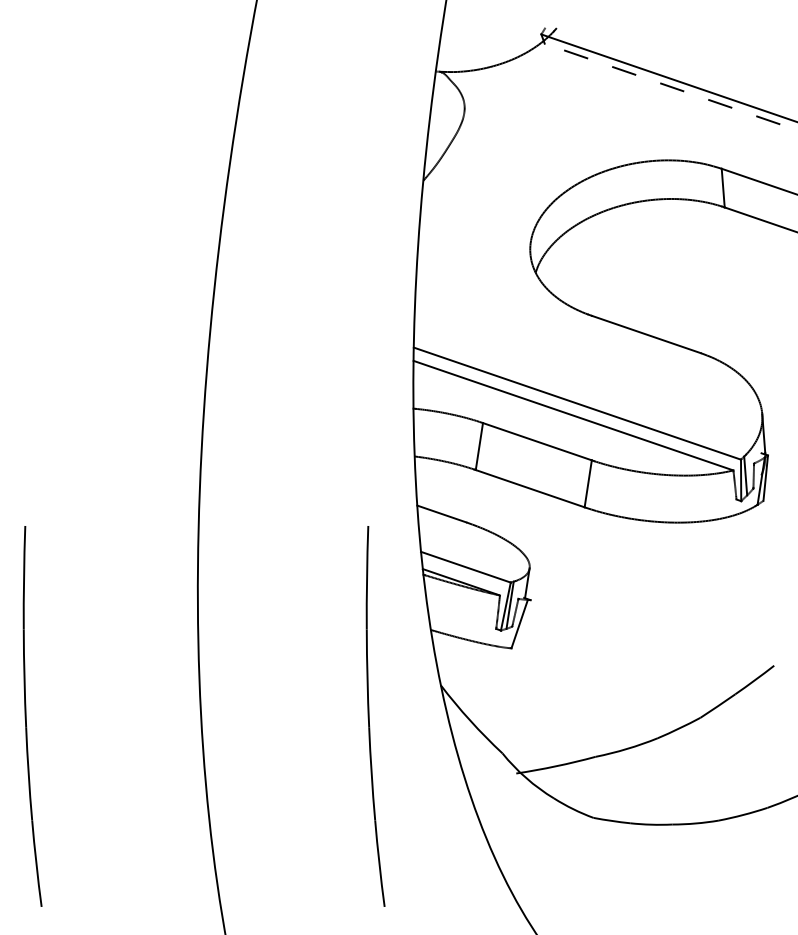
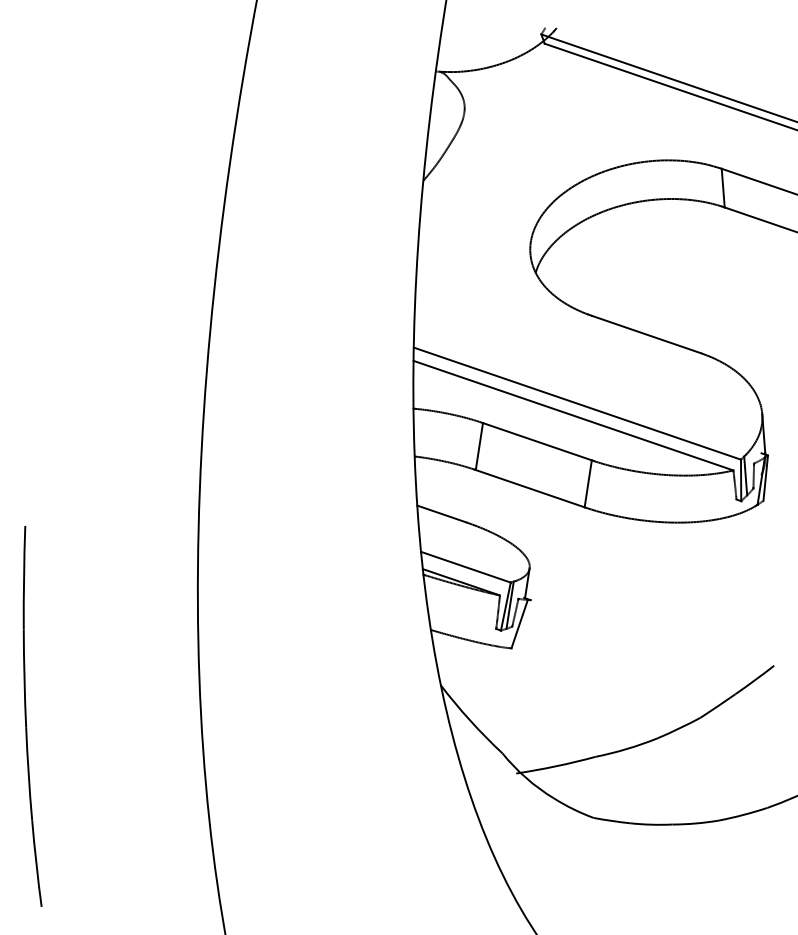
line at (671, 87): dashed -> solid
part at (375, 716): present -> none
